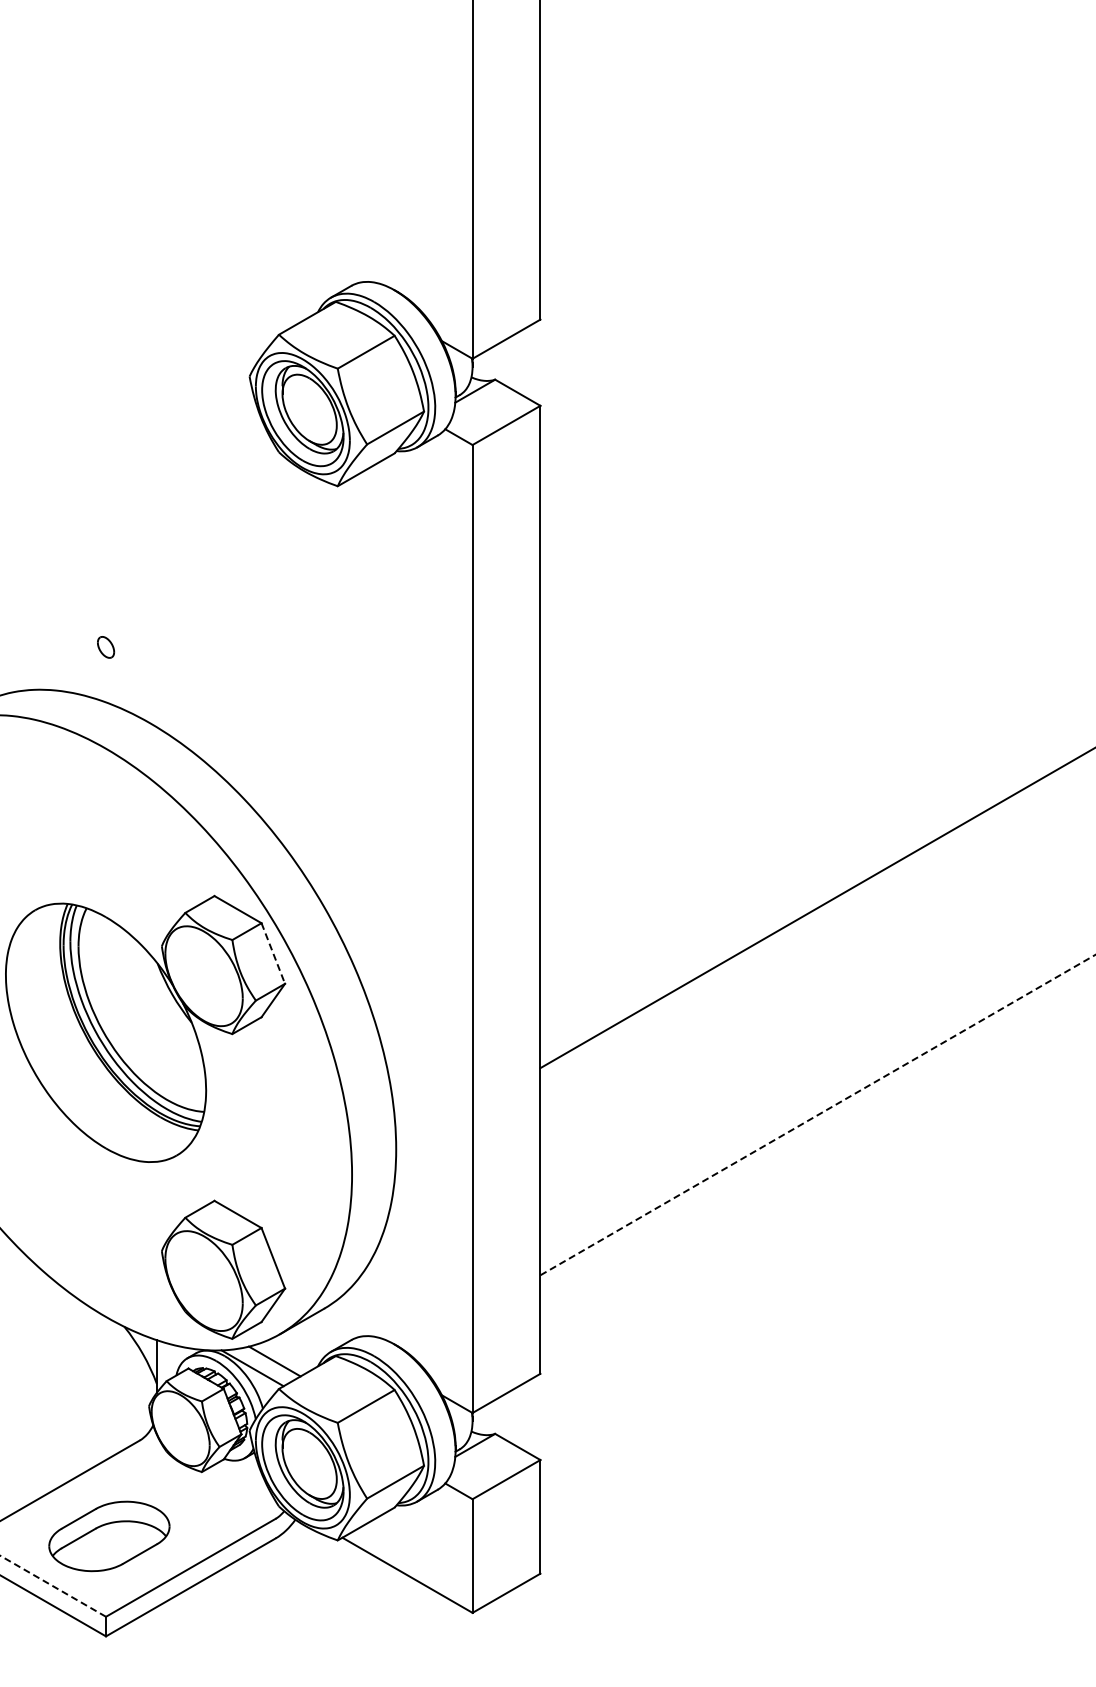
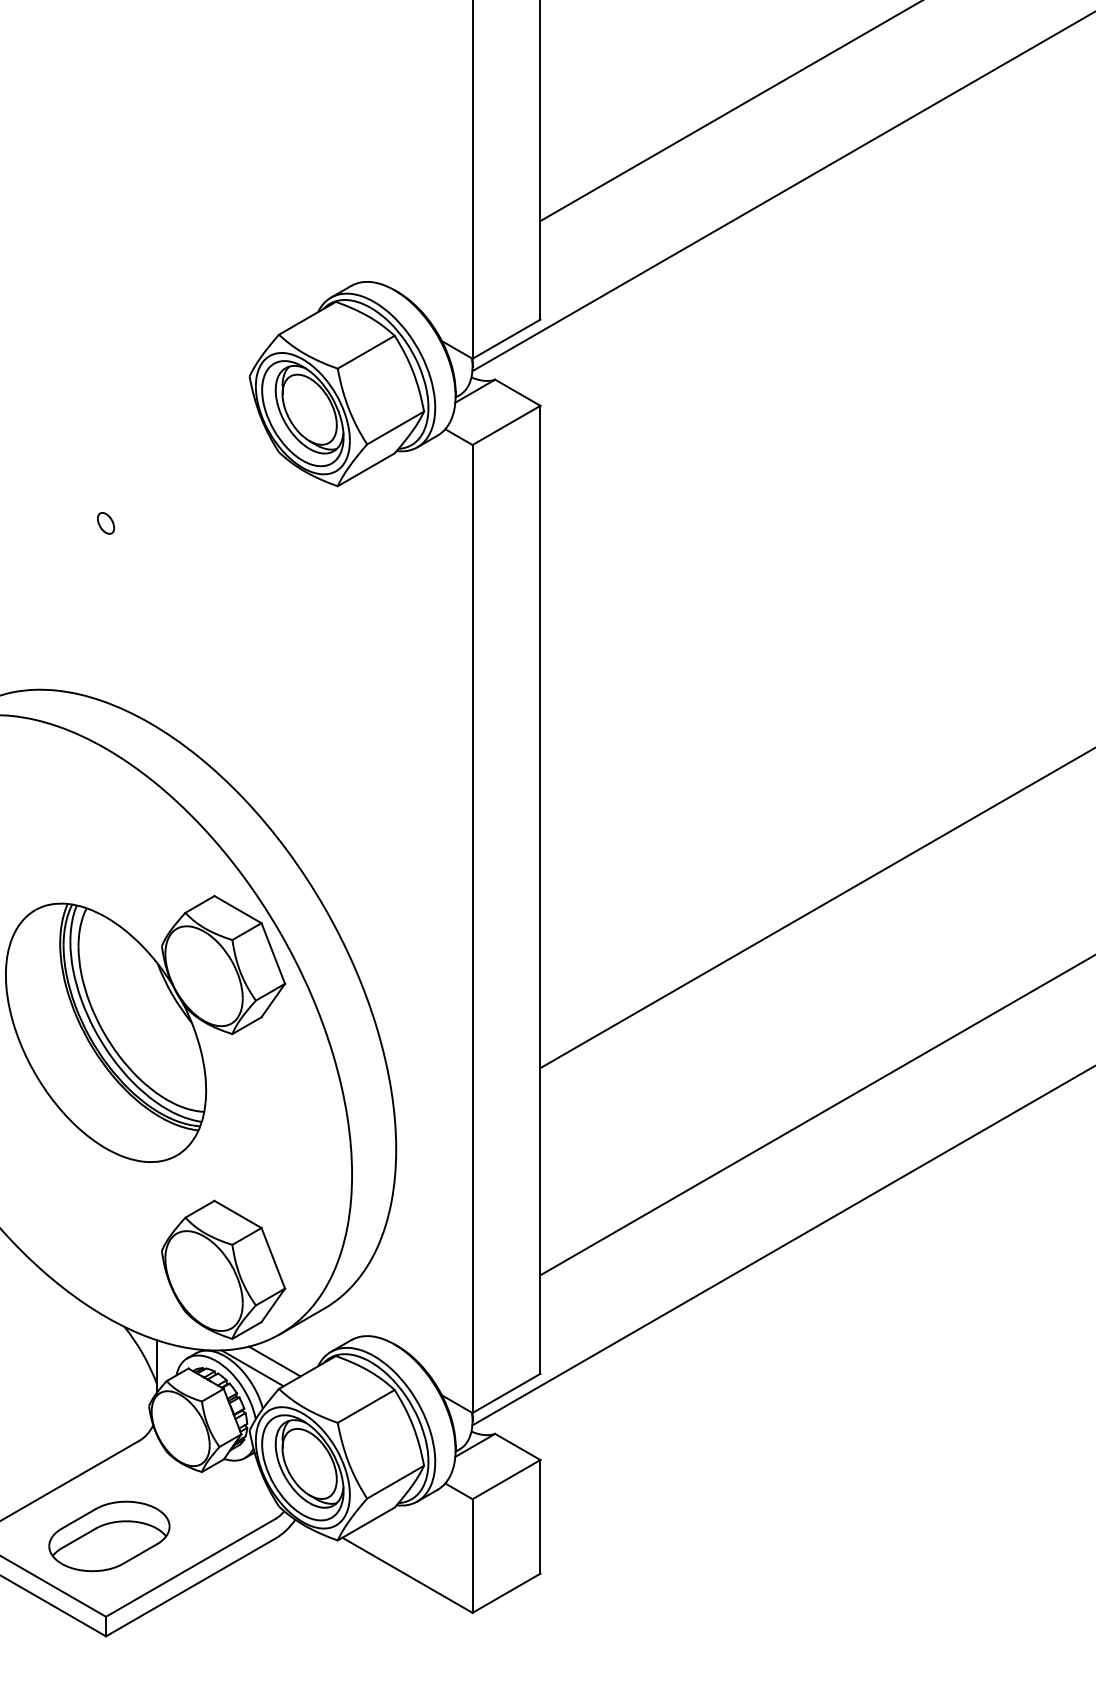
line at (729, 111): none -> present
line at (782, 192): none -> present
part at (106, 647) position: (106, 647) -> (106, 523)
line at (273, 953): dashed -> solid
line at (818, 1114): dashed -> solid
line at (782, 1246): none -> present
line at (53, 1586): dashed -> solid
